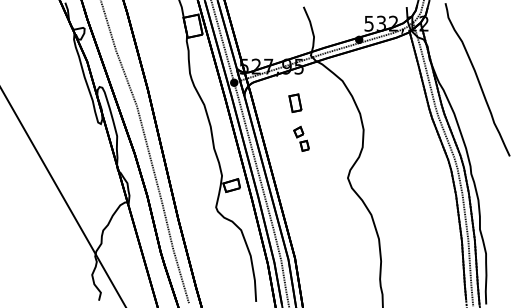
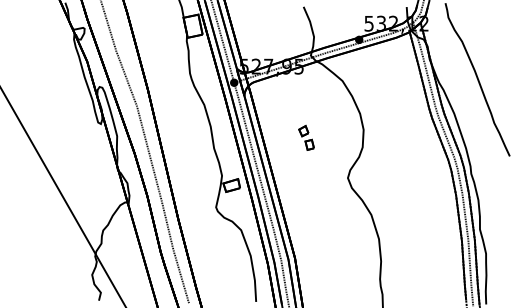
part at (295, 102): present -> none
part at (301, 138) position: (301, 138) -> (306, 137)
